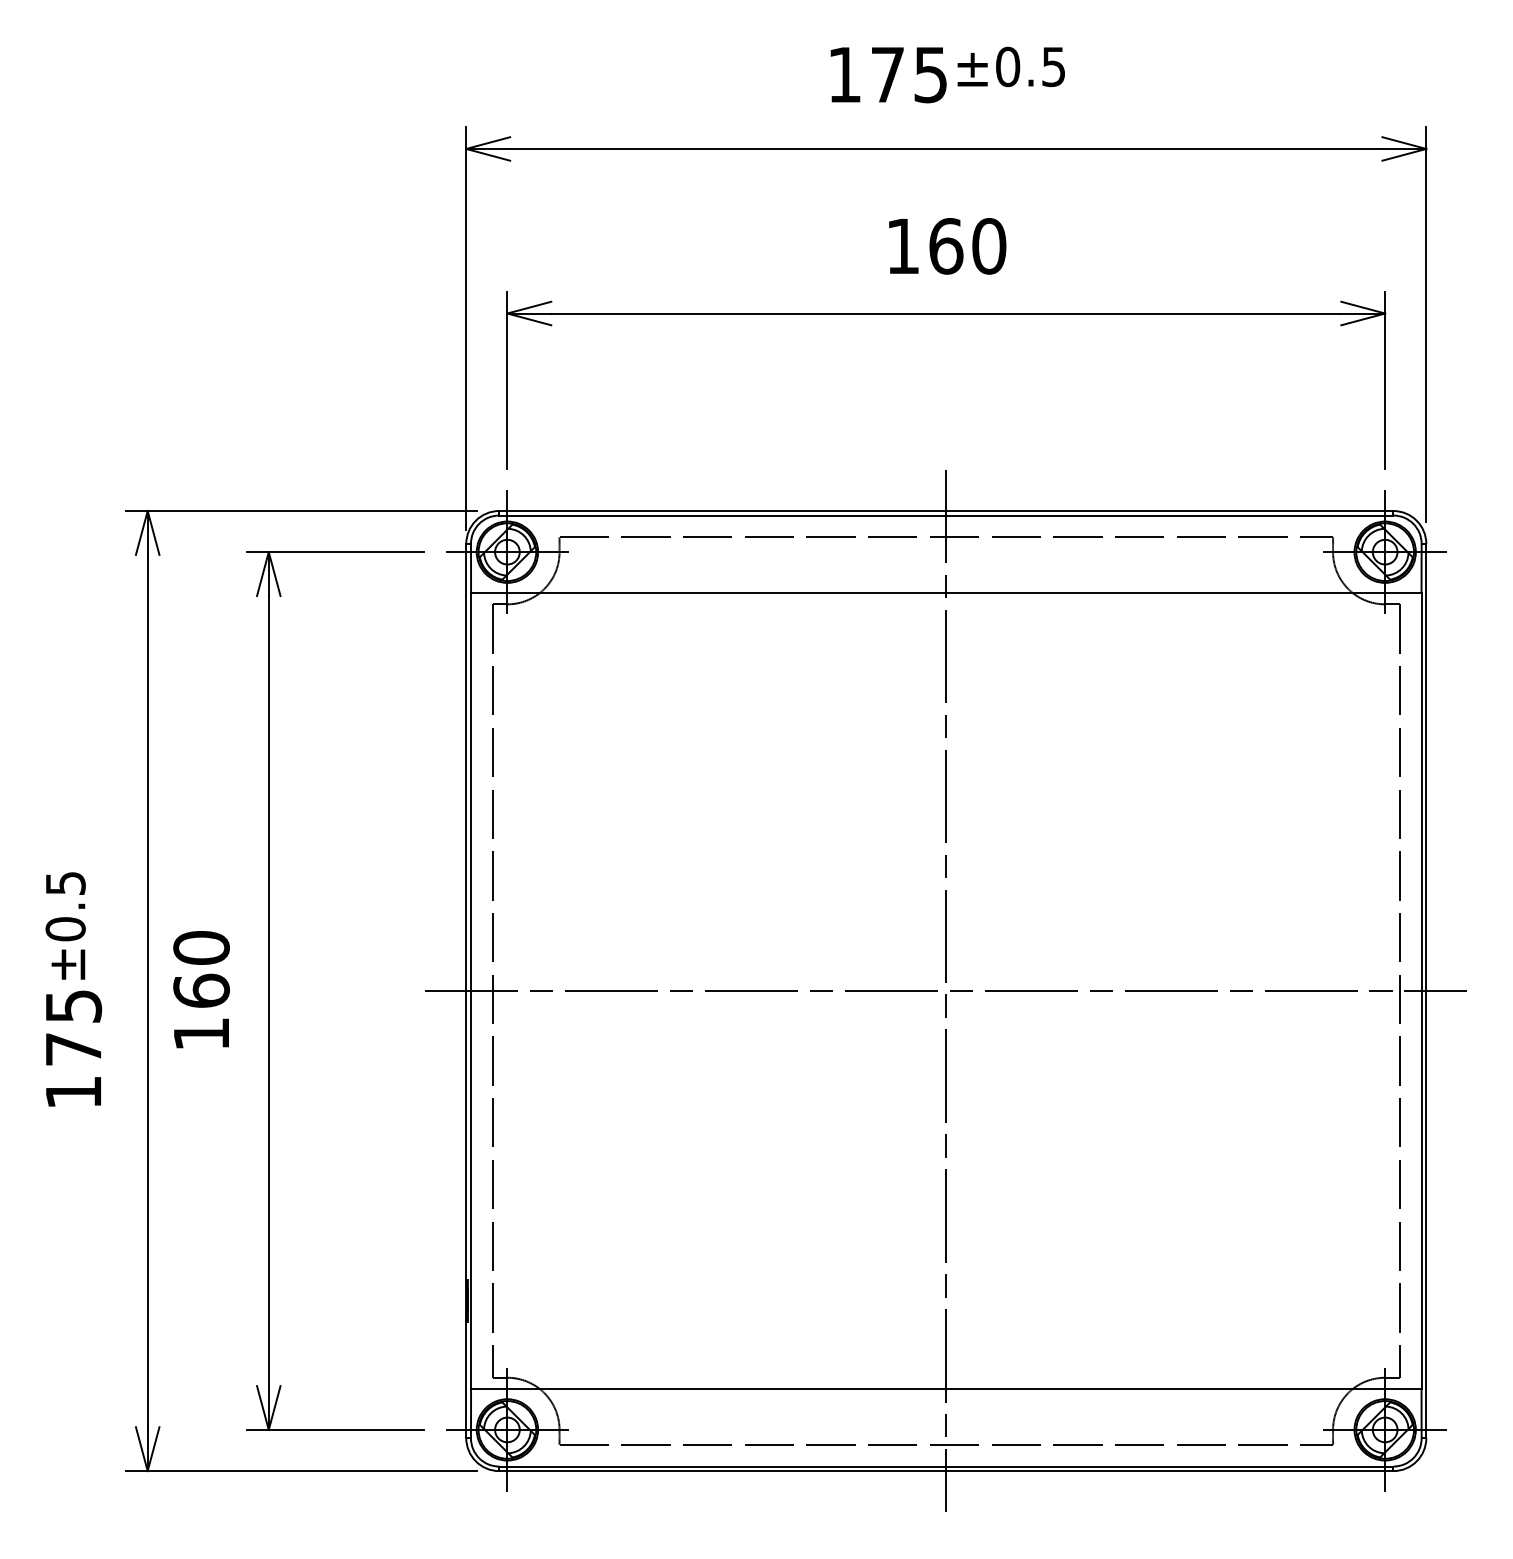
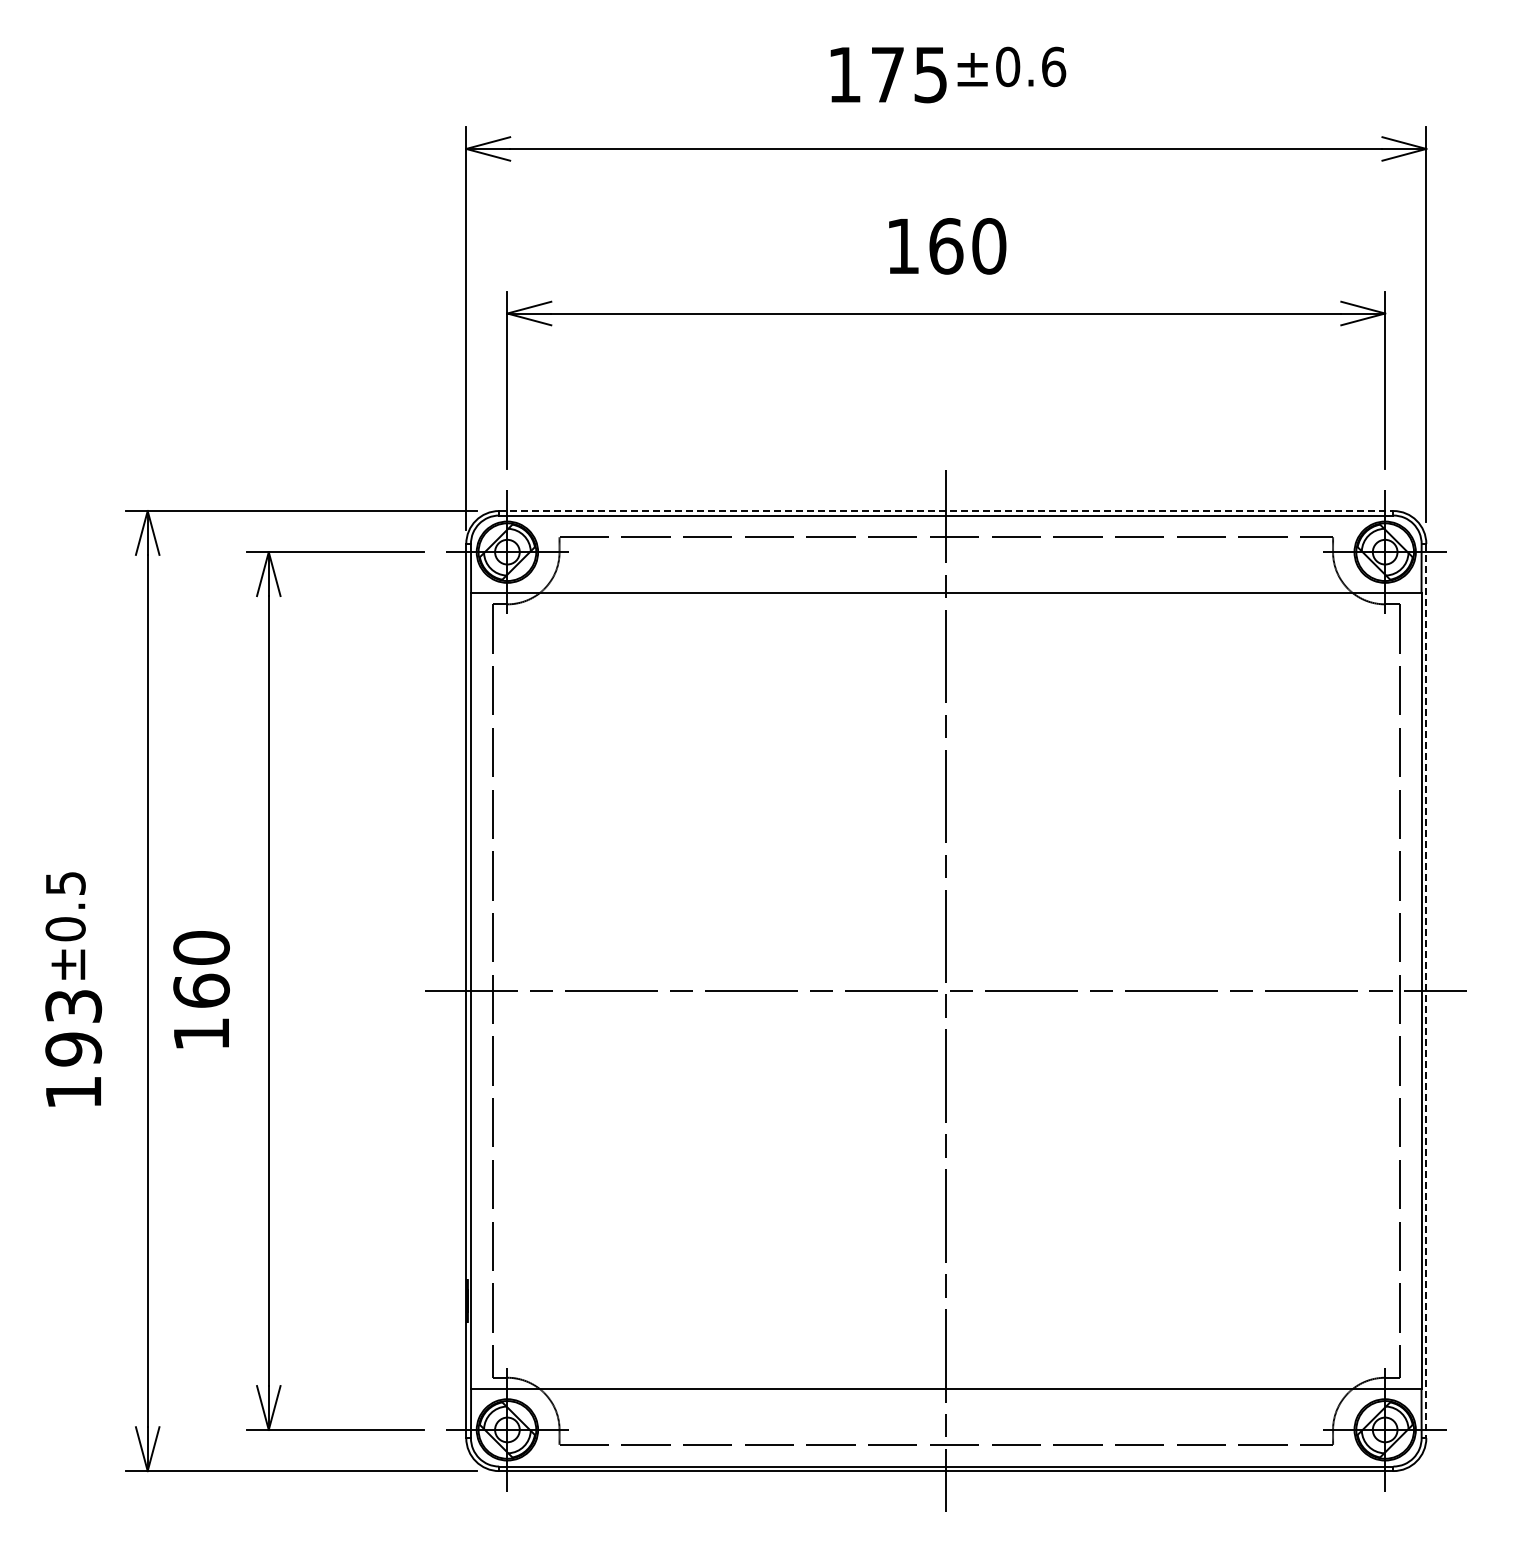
text at (1054, 66): ±0.5 -> ±0.6
line at (946, 511): solid -> dashed
line at (1426, 991): solid -> dashed
text at (73, 1028): 175 -> 193
